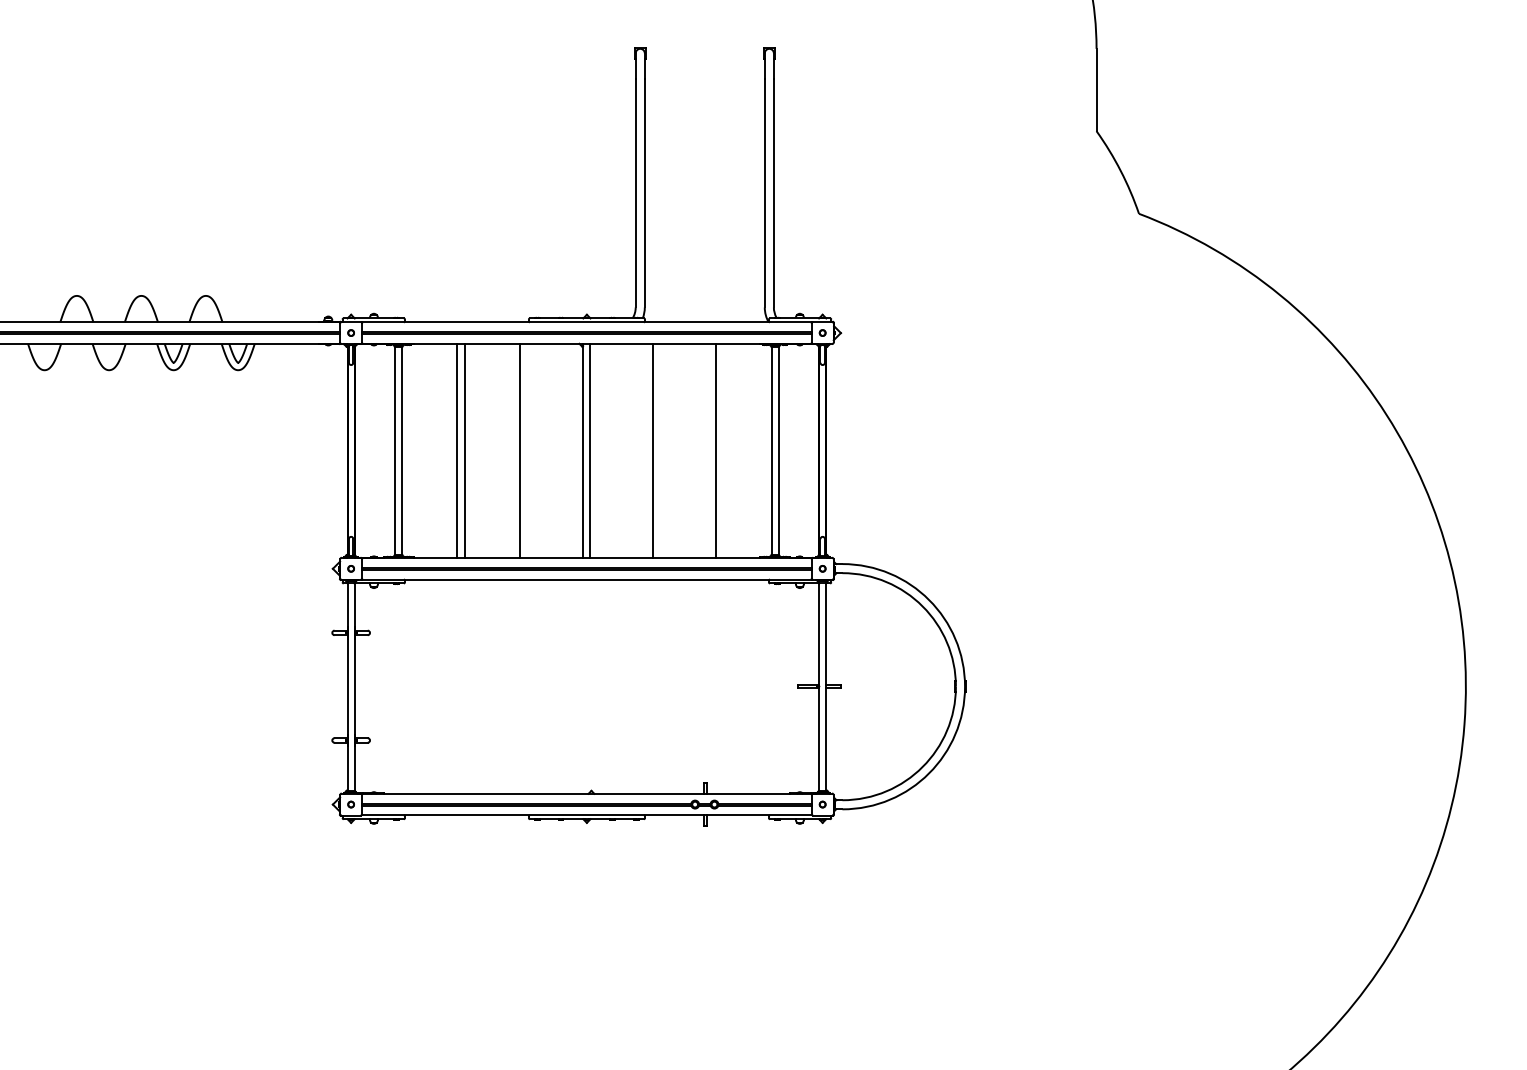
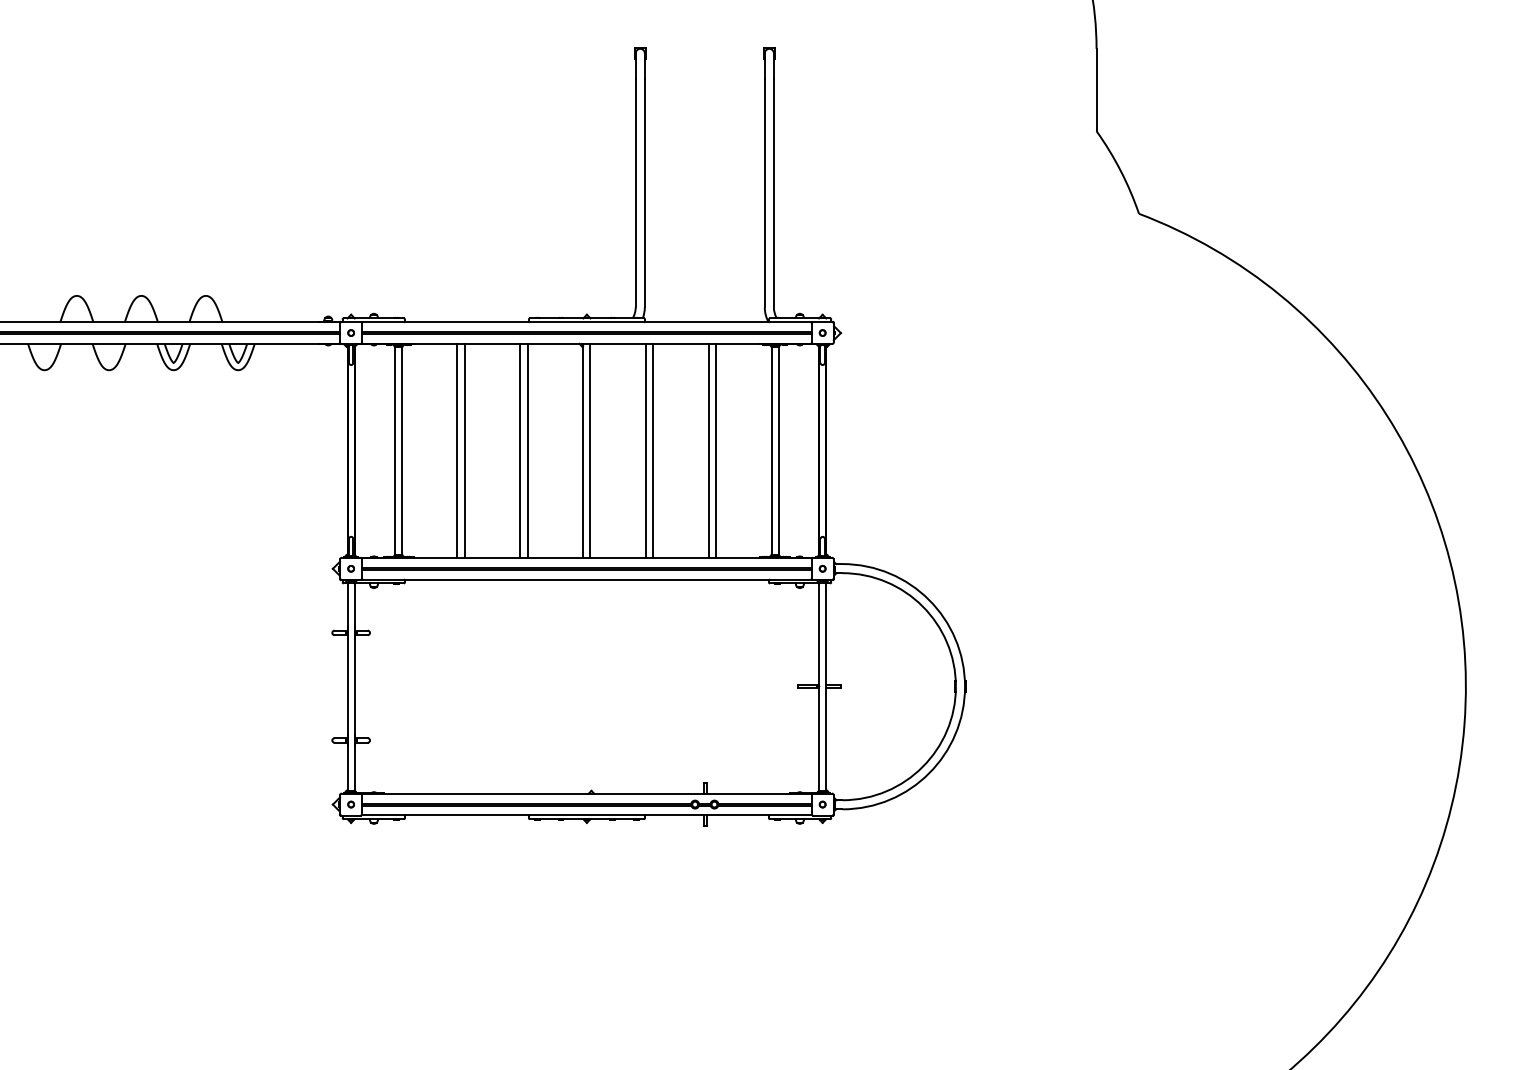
line at (527, 450): none -> present
line at (645, 450): none -> present
line at (708, 450): none -> present
